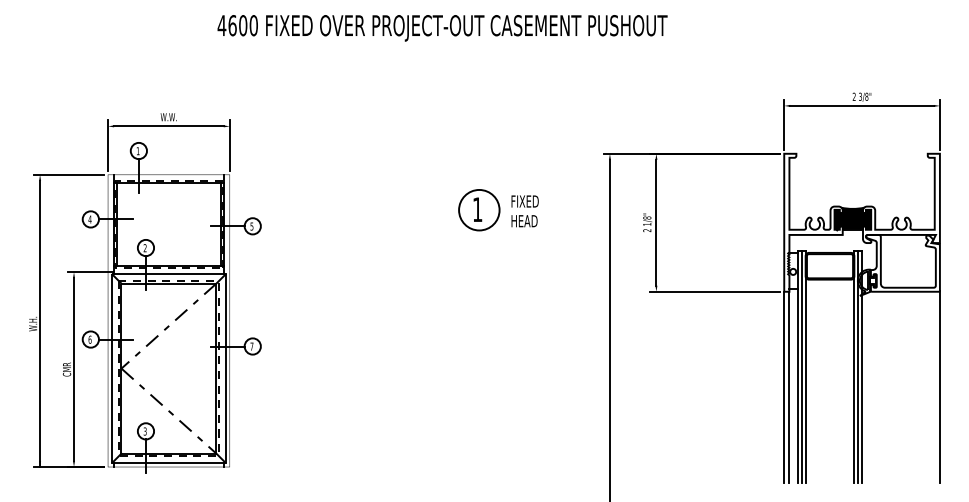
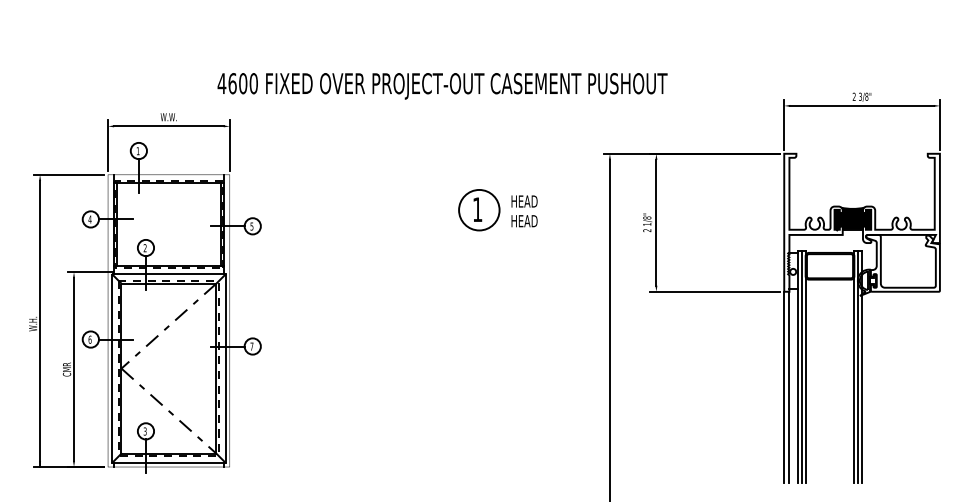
text at (442, 28) position: (442, 28) -> (442, 86)
text at (525, 201): FIXED -> HEAD
line at (939, 386): present -> none
